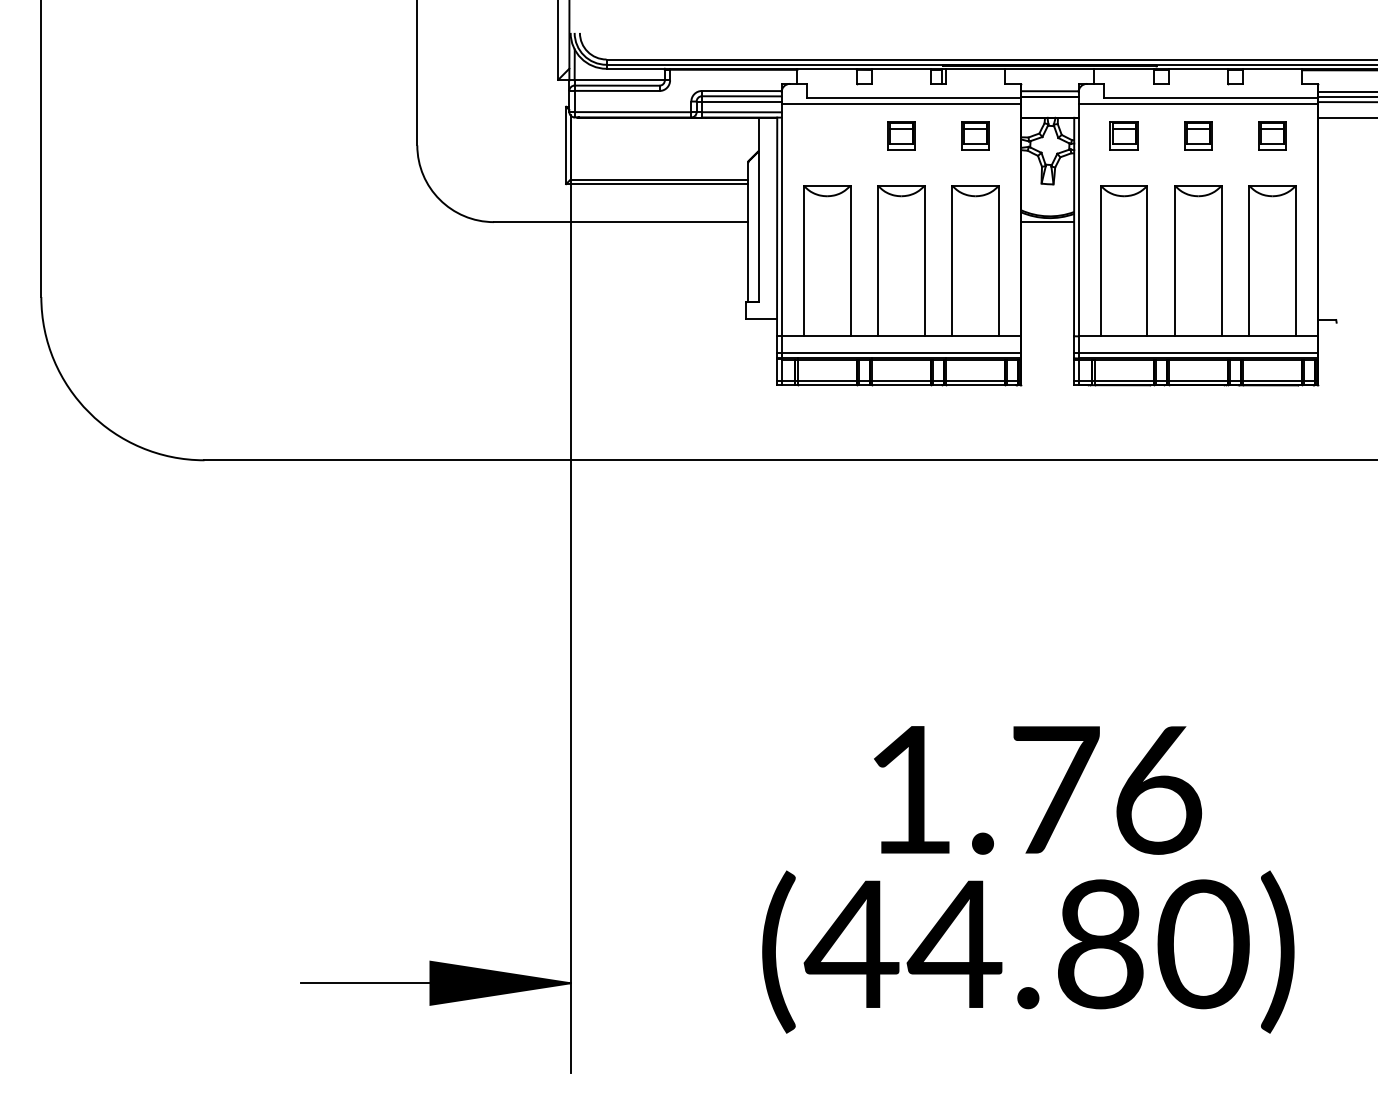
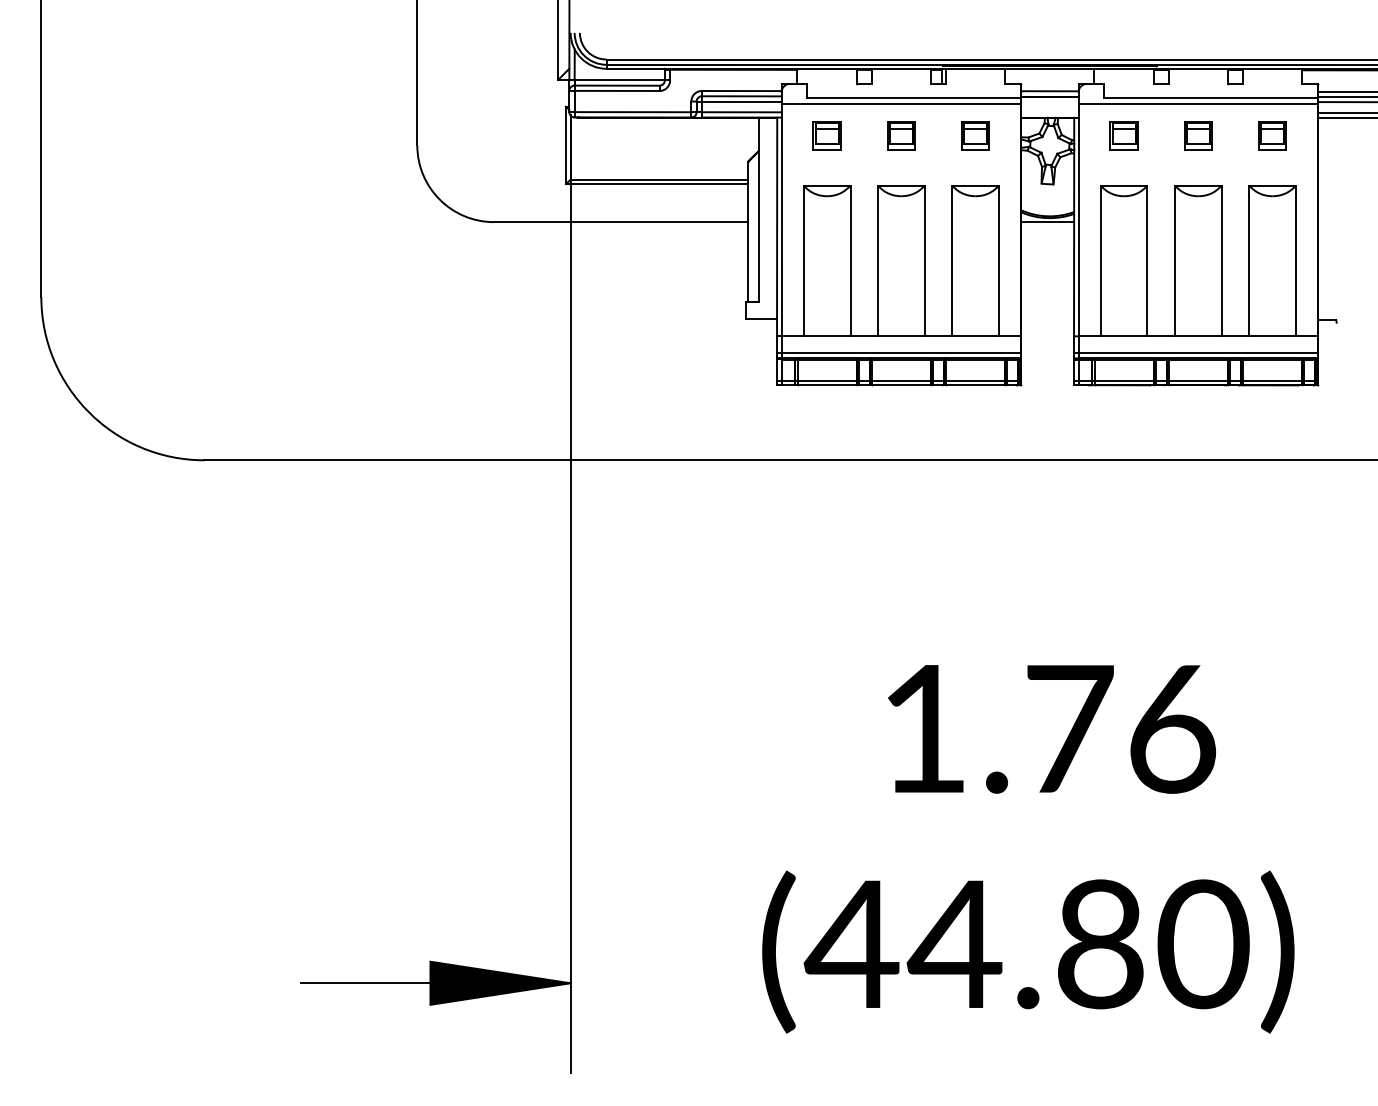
line at (1346, 112): none -> present
part at (826, 135): none -> present
text at (1038, 790) position: (1038, 790) -> (1052, 729)
